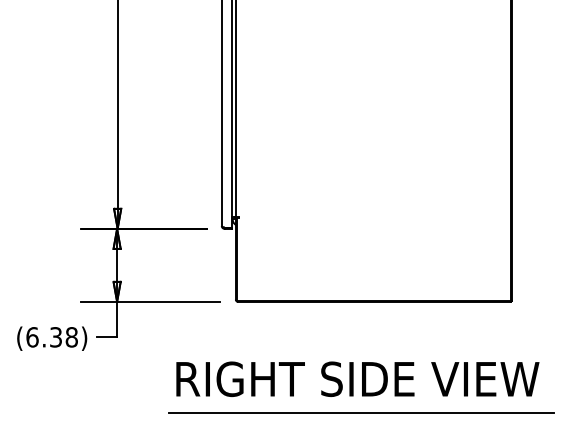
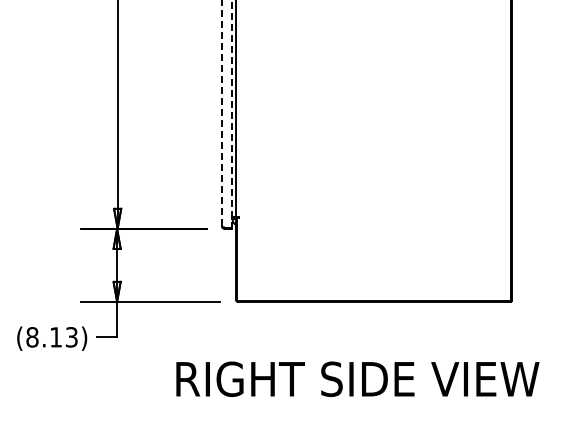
line at (221, 113): solid -> dashed
line at (231, 114): solid -> dashed
text at (51, 337): (6.38) -> (8.13)
line at (360, 413): present -> none
